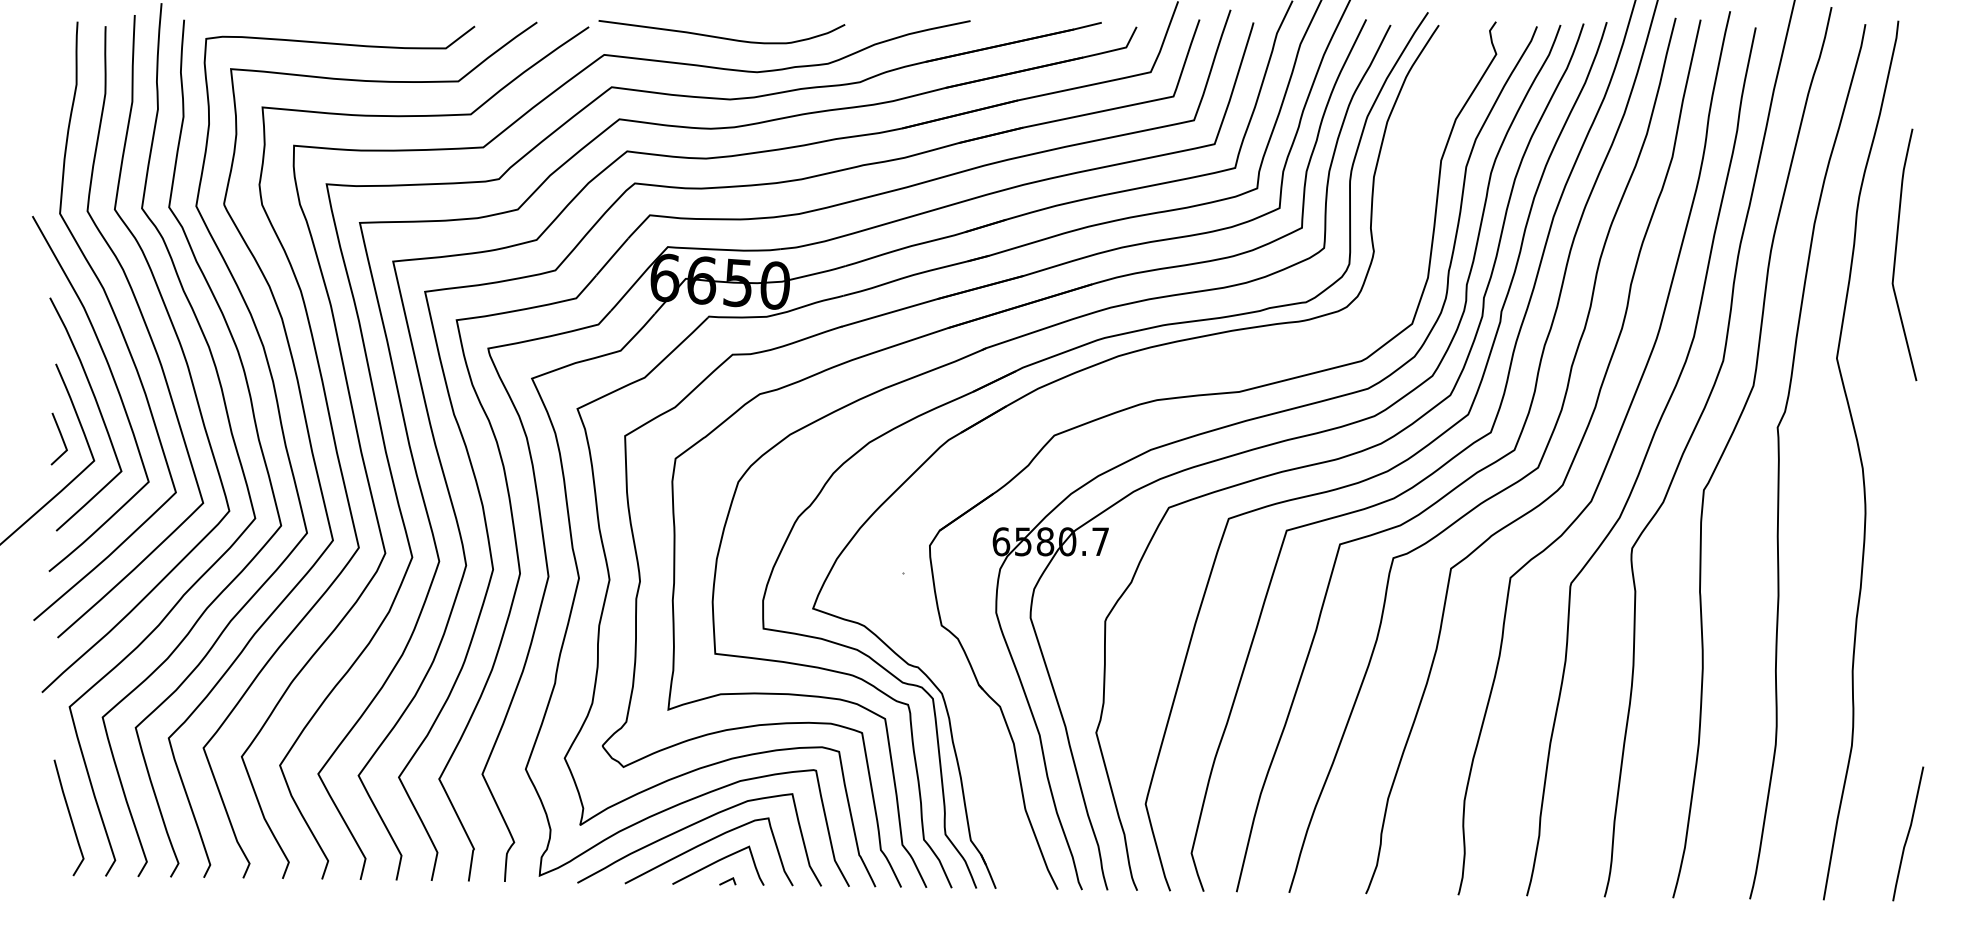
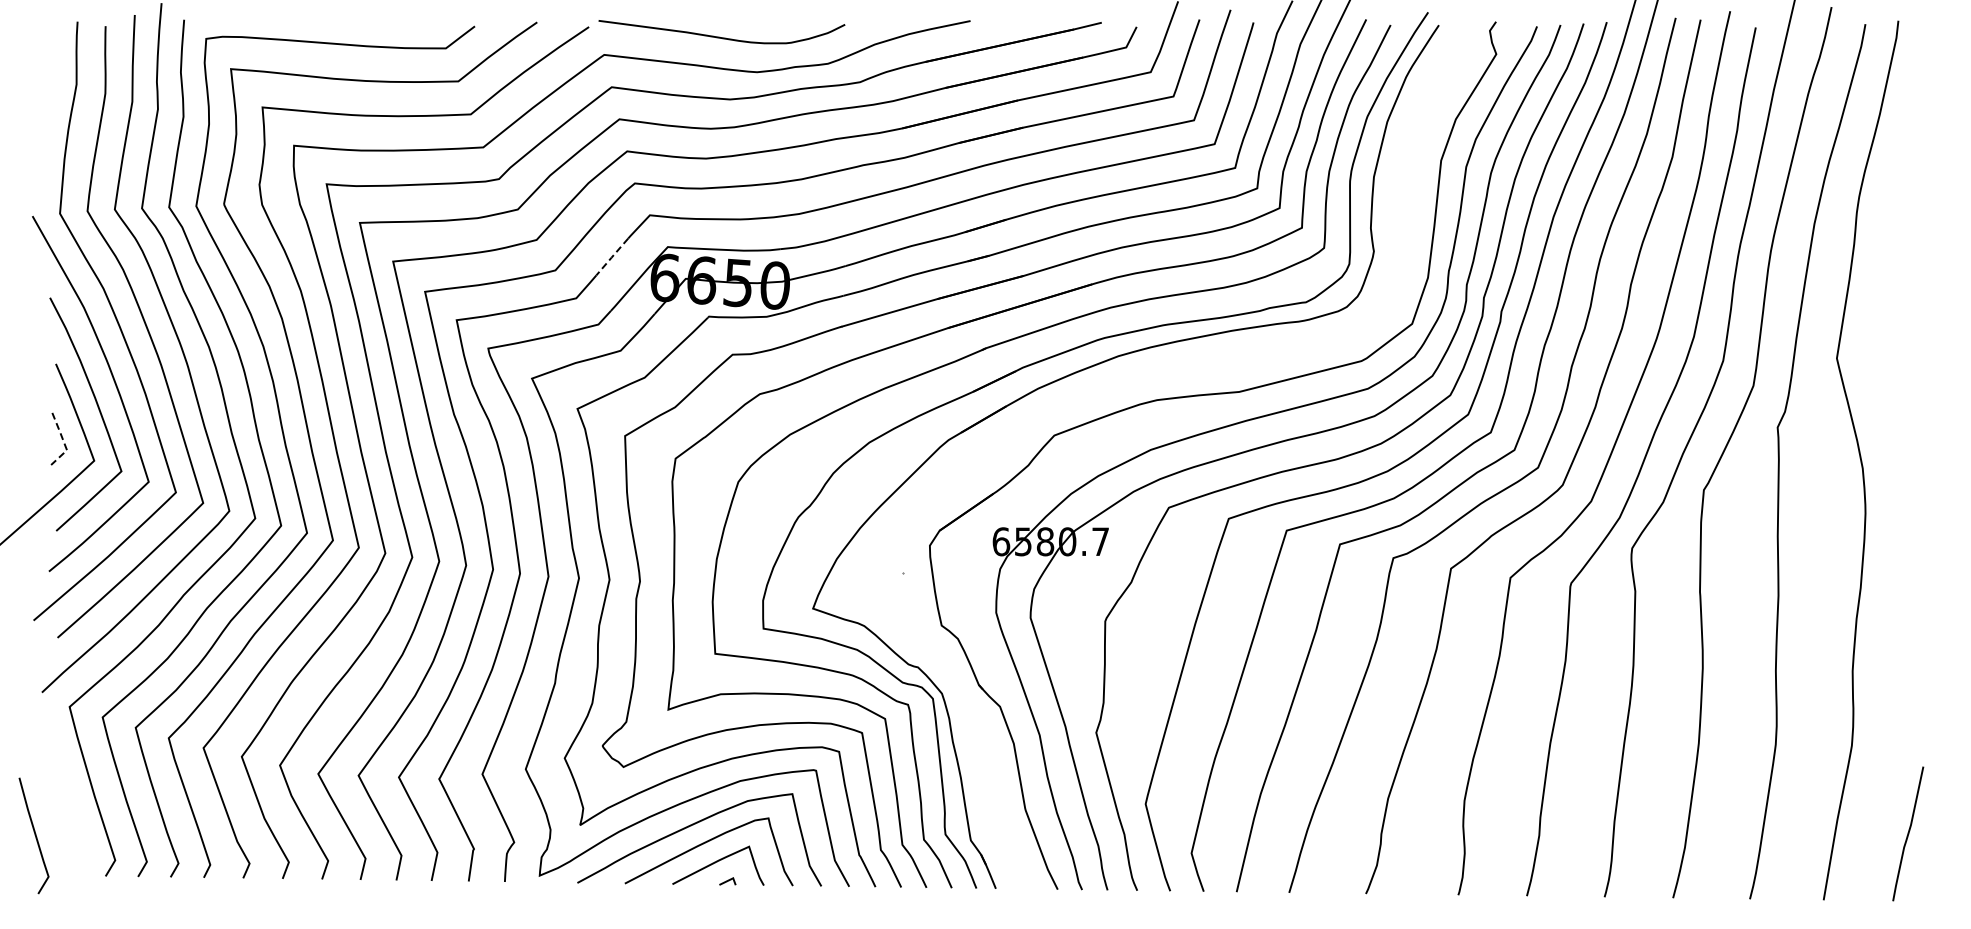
curve at (1896, 254): present -> none
line at (611, 257): solid -> dashed
line at (63, 442): solid -> dashed
line at (69, 817) position: (69, 817) -> (34, 835)
